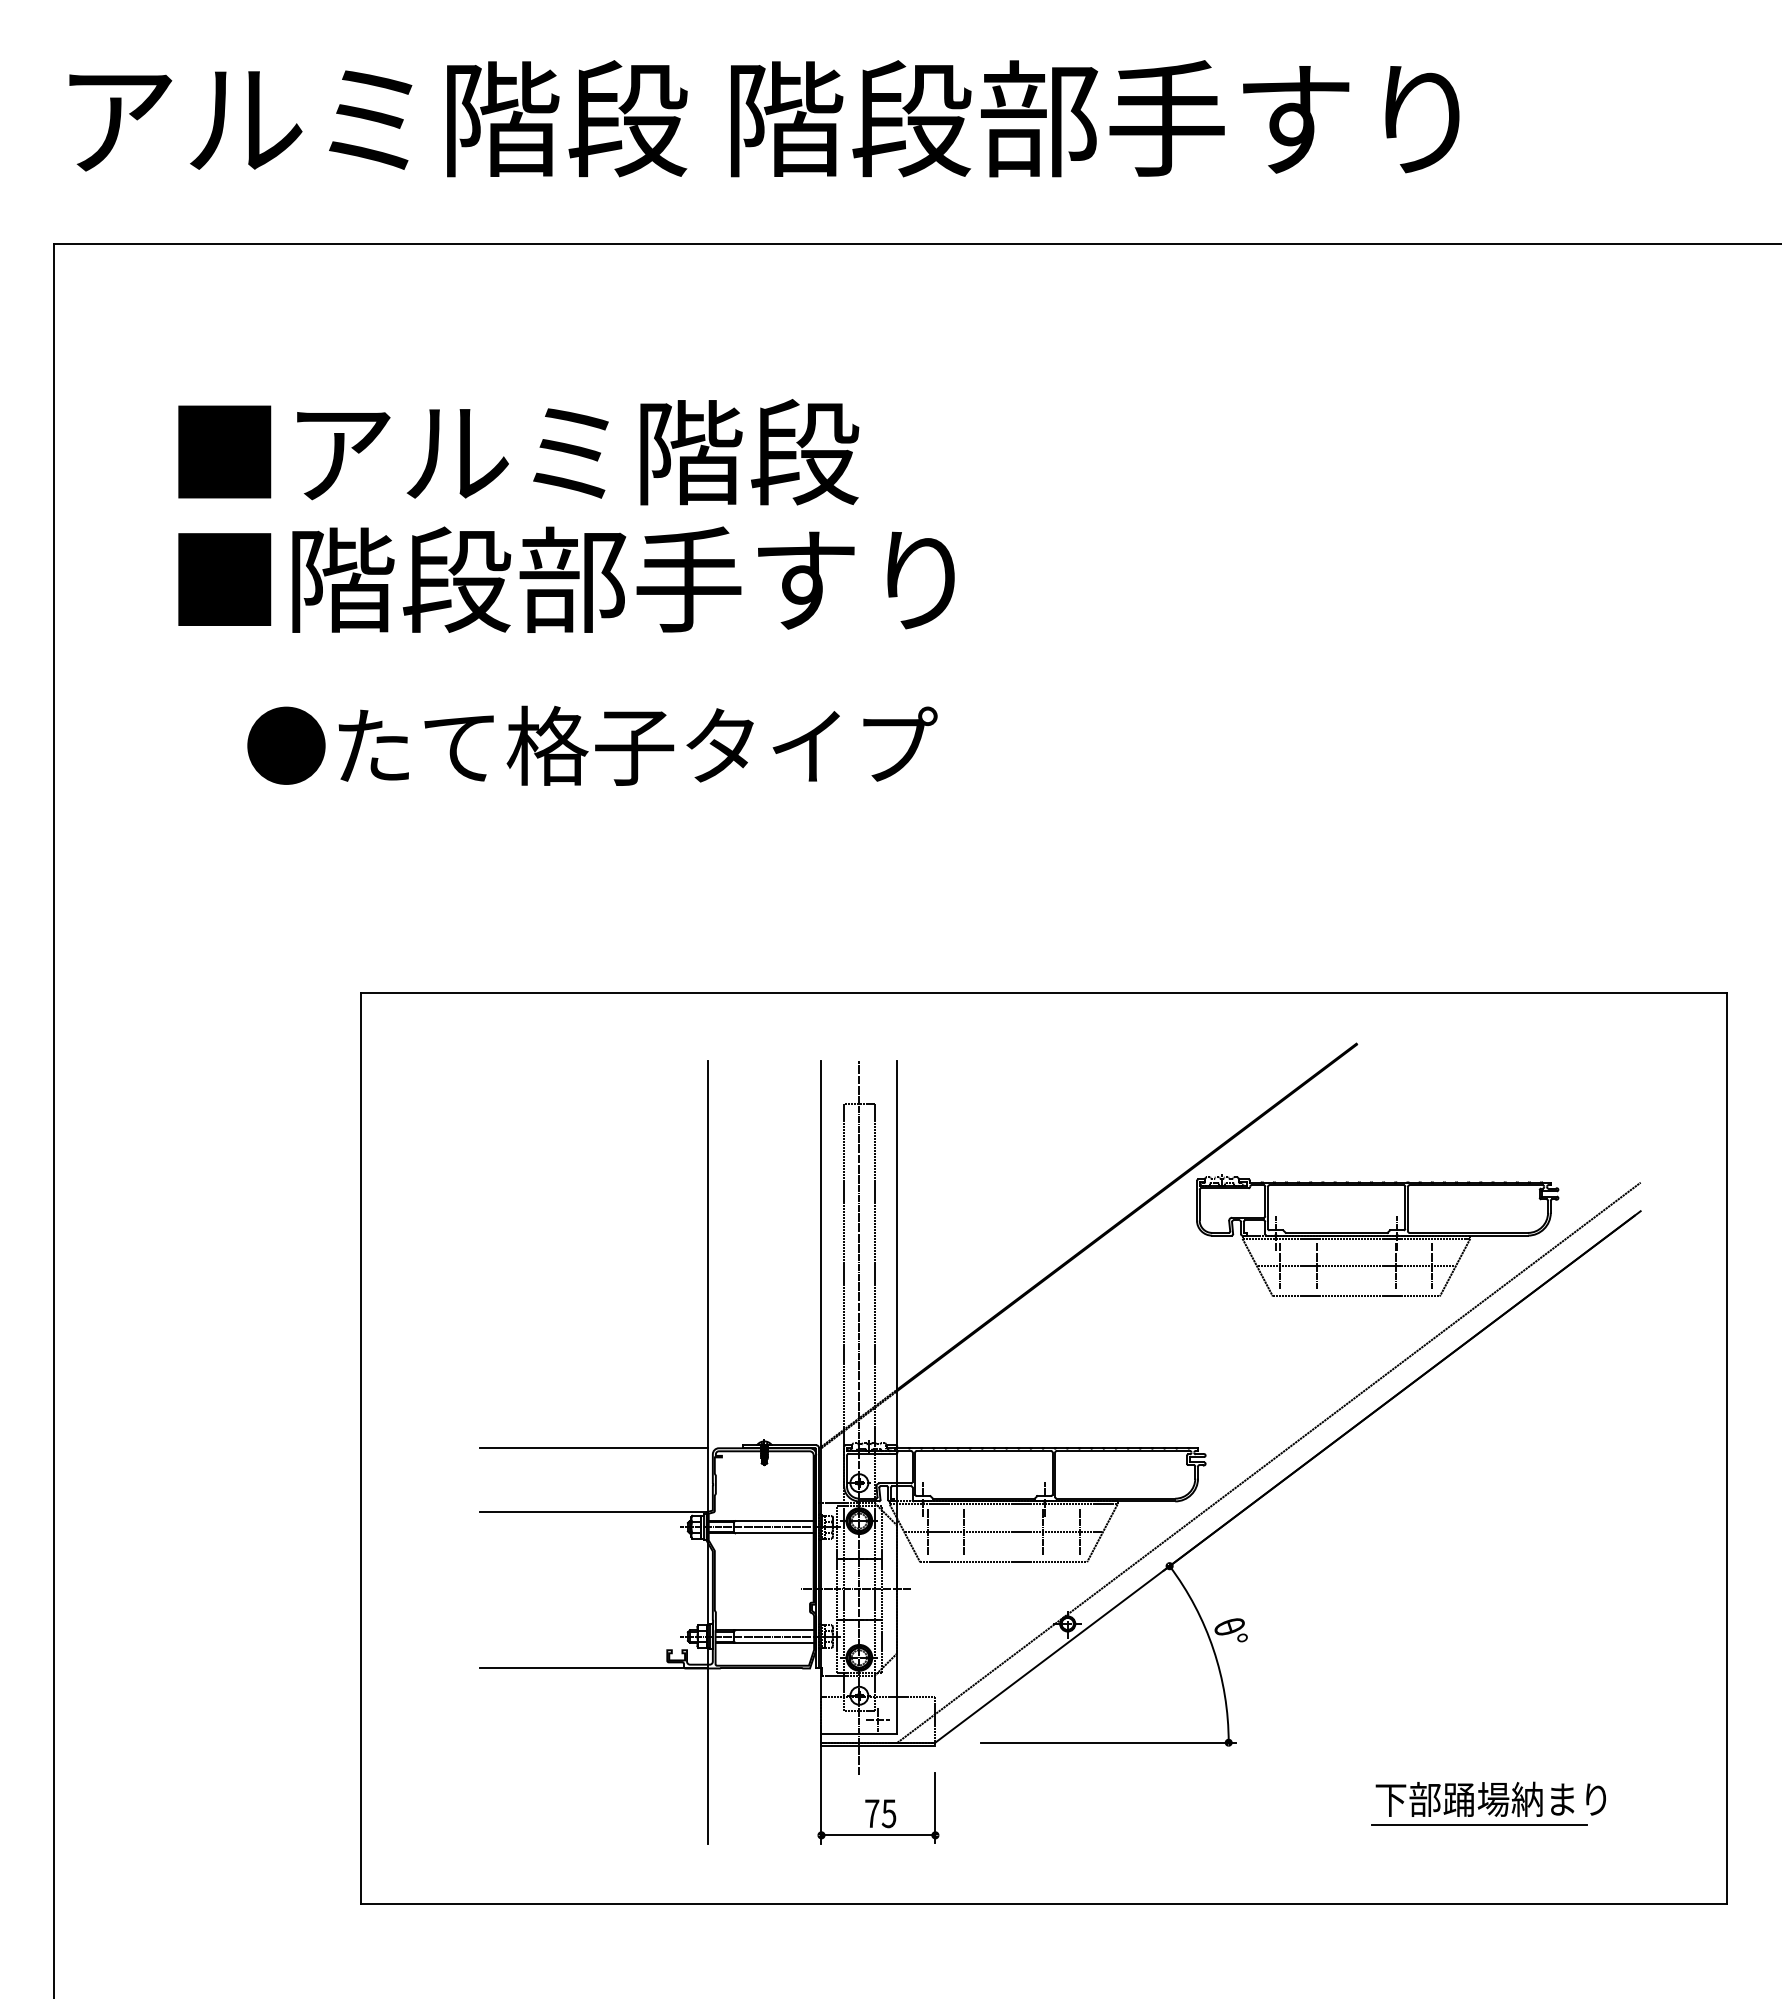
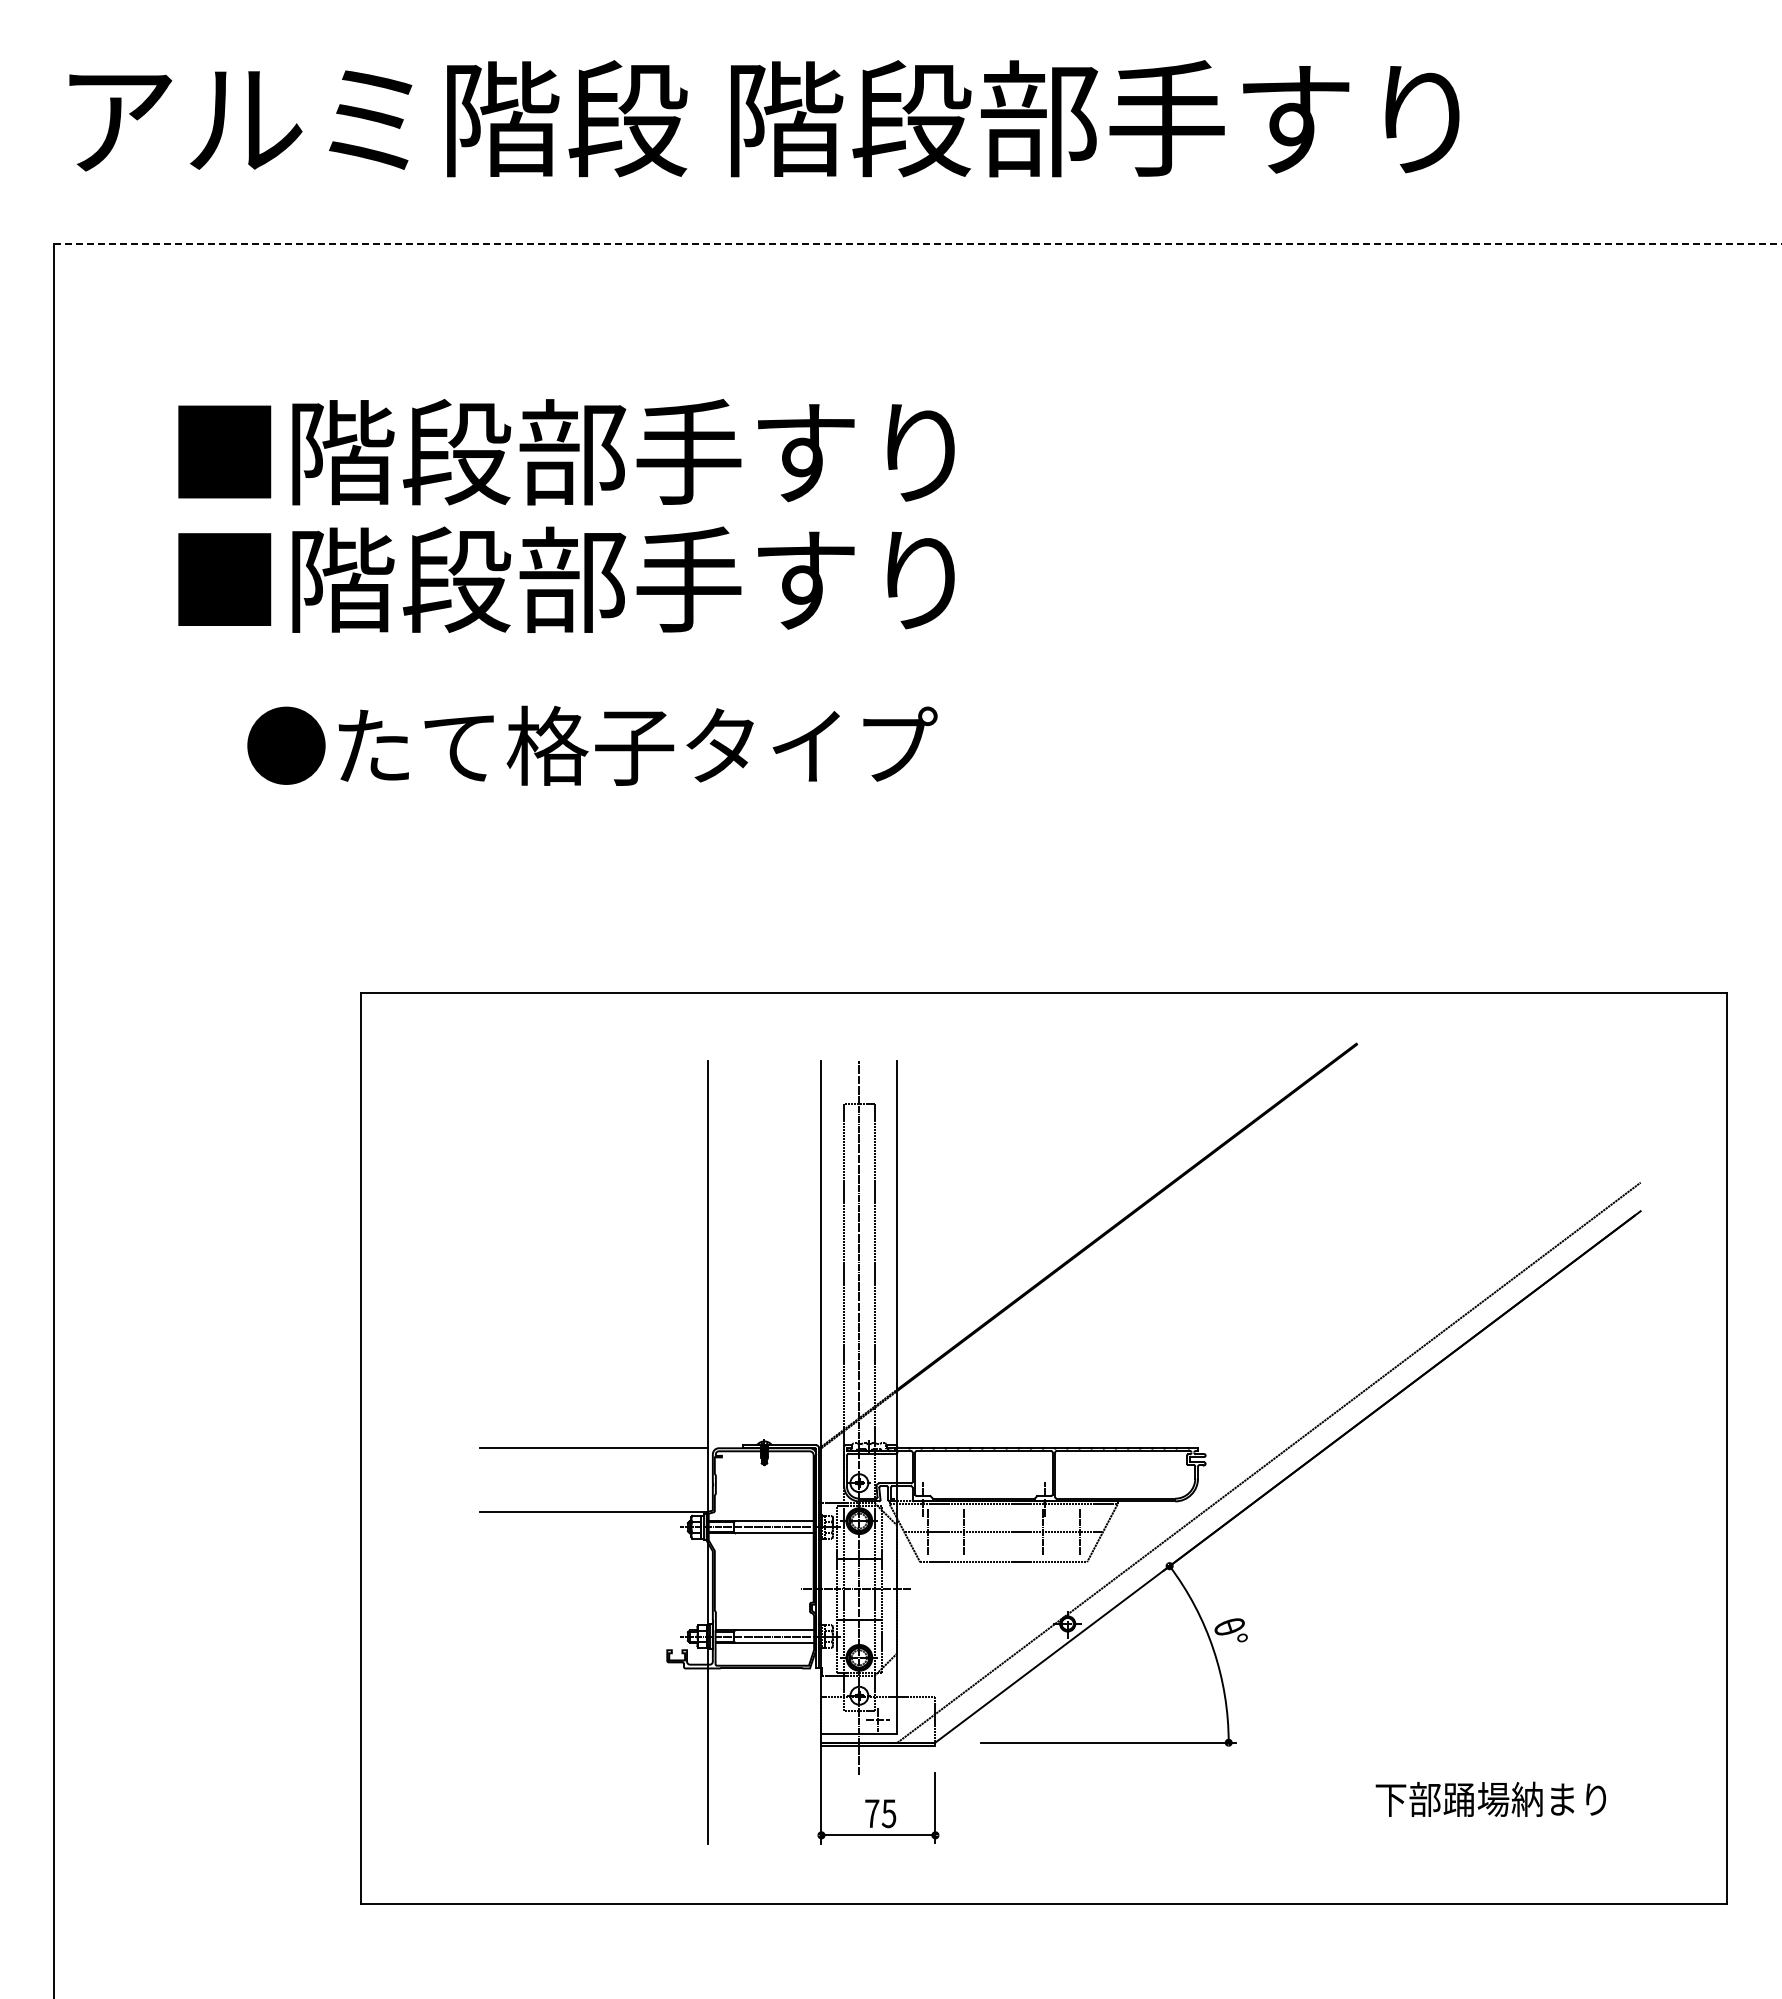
line at (917, 243): solid -> dashed
text at (623, 452): ■アルミ階段 -> ■階段部手すり
part at (1377, 1235): present -> none
line at (593, 1668): present -> none
line at (1479, 1824): present -> none
